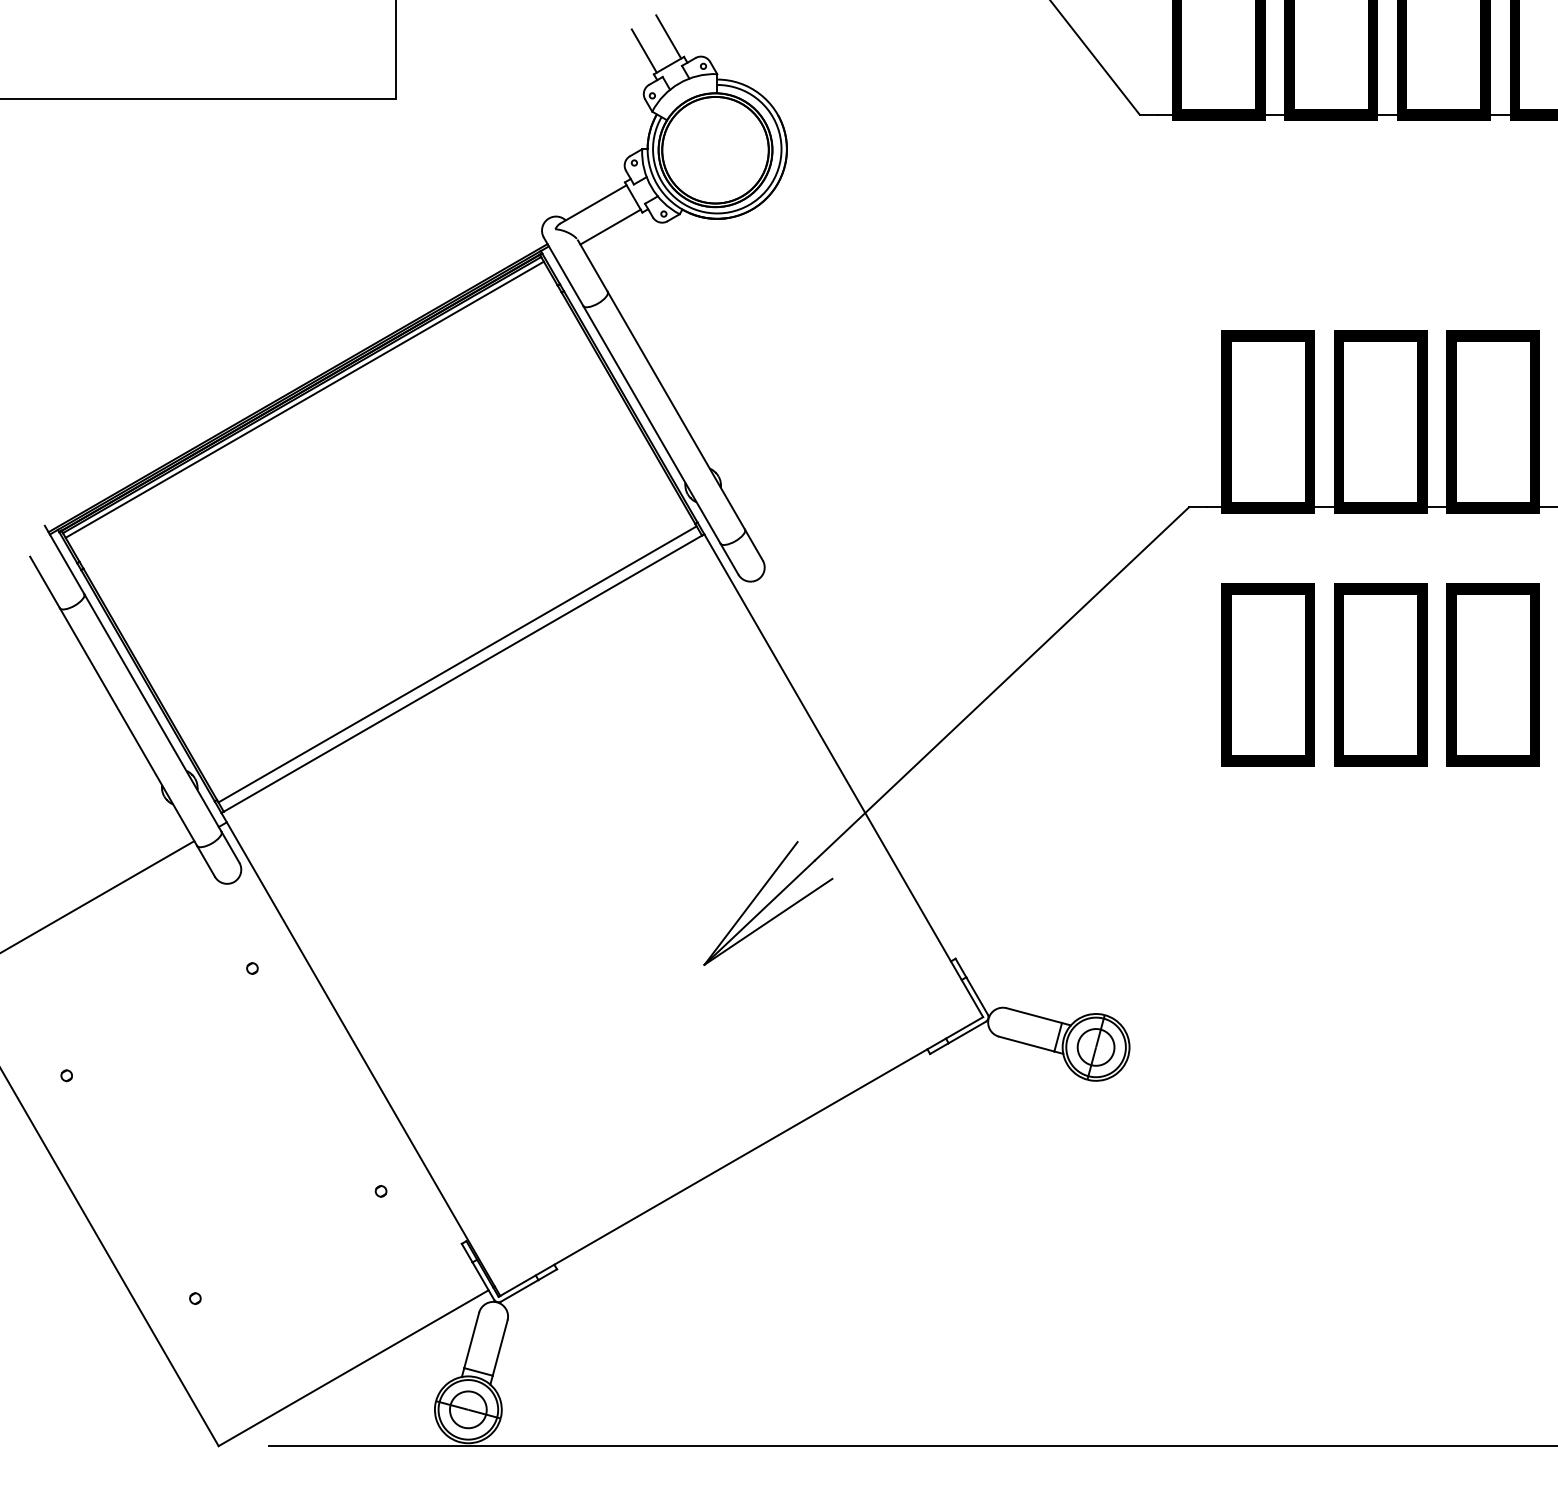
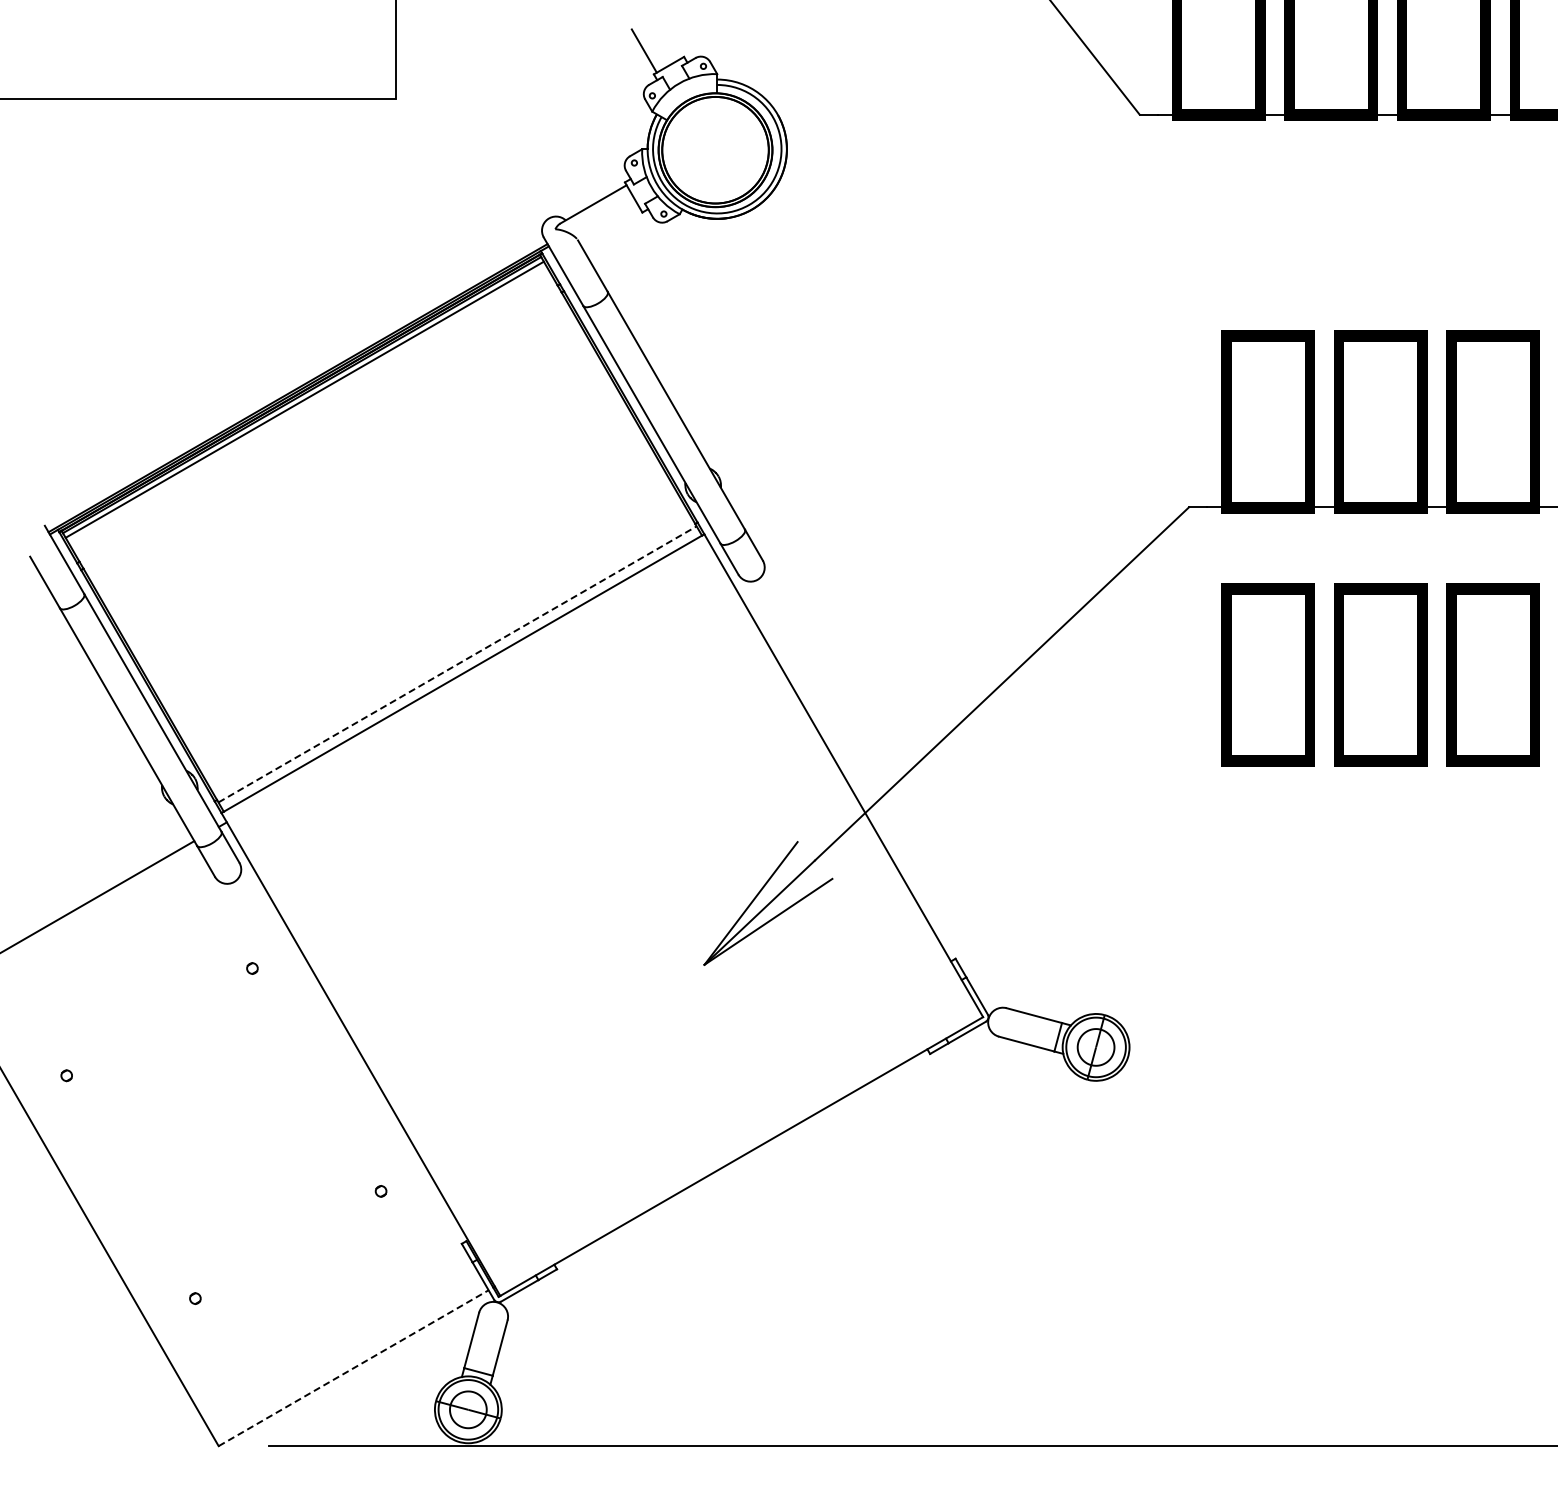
line at (668, 36): present -> none
line at (610, 226): present -> none
line at (458, 664): solid -> dashed
line at (353, 1368): solid -> dashed
